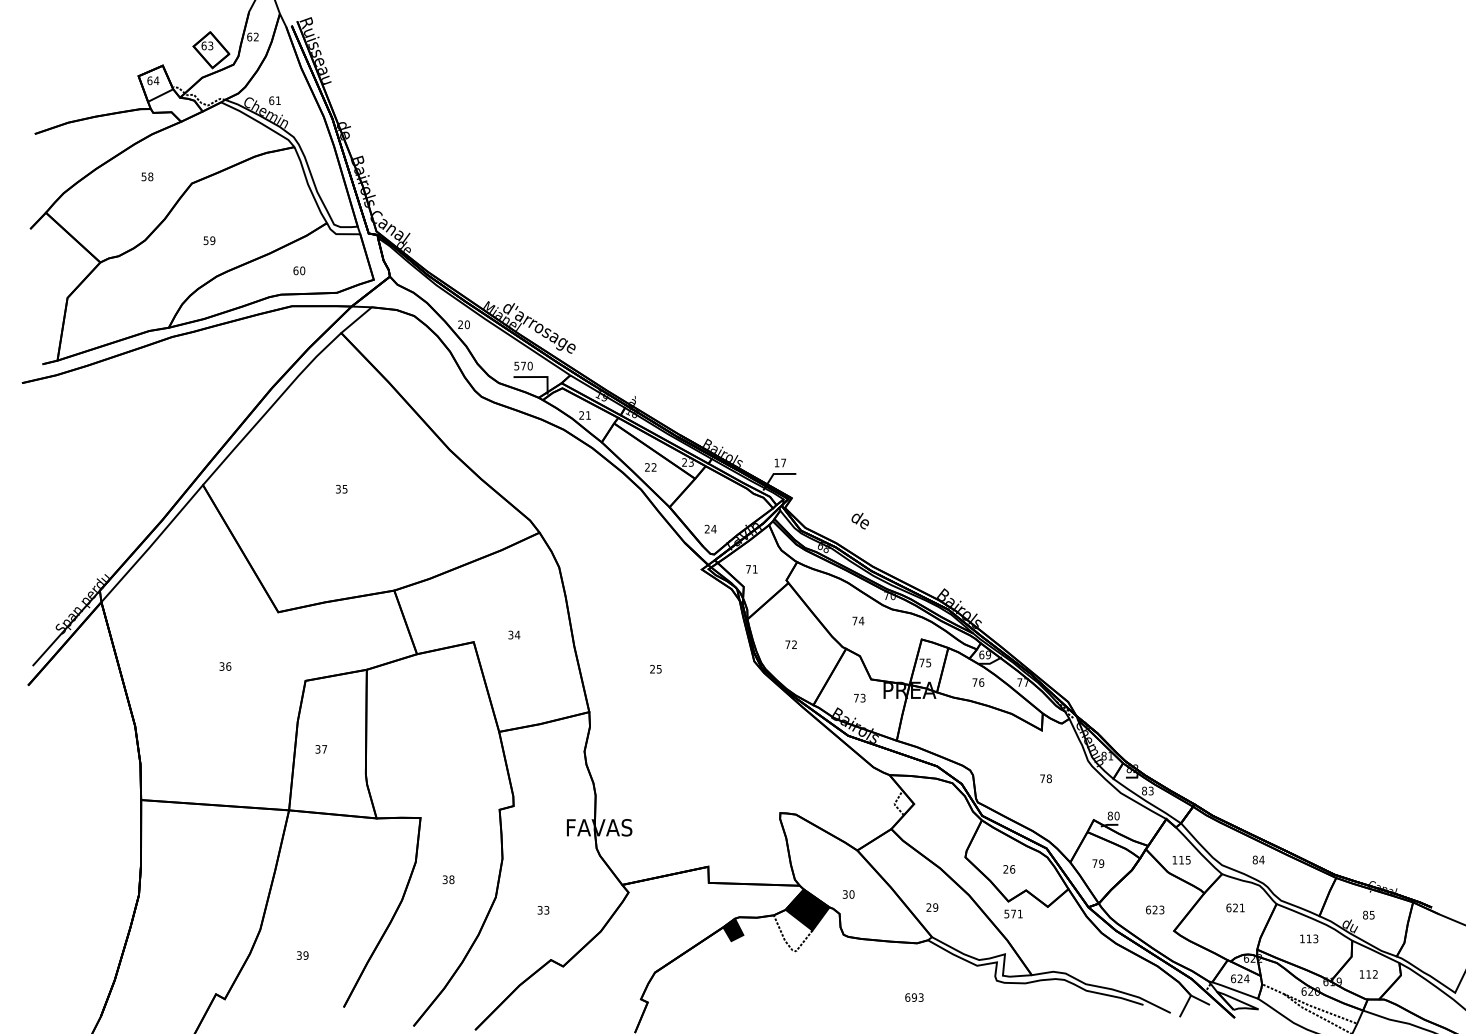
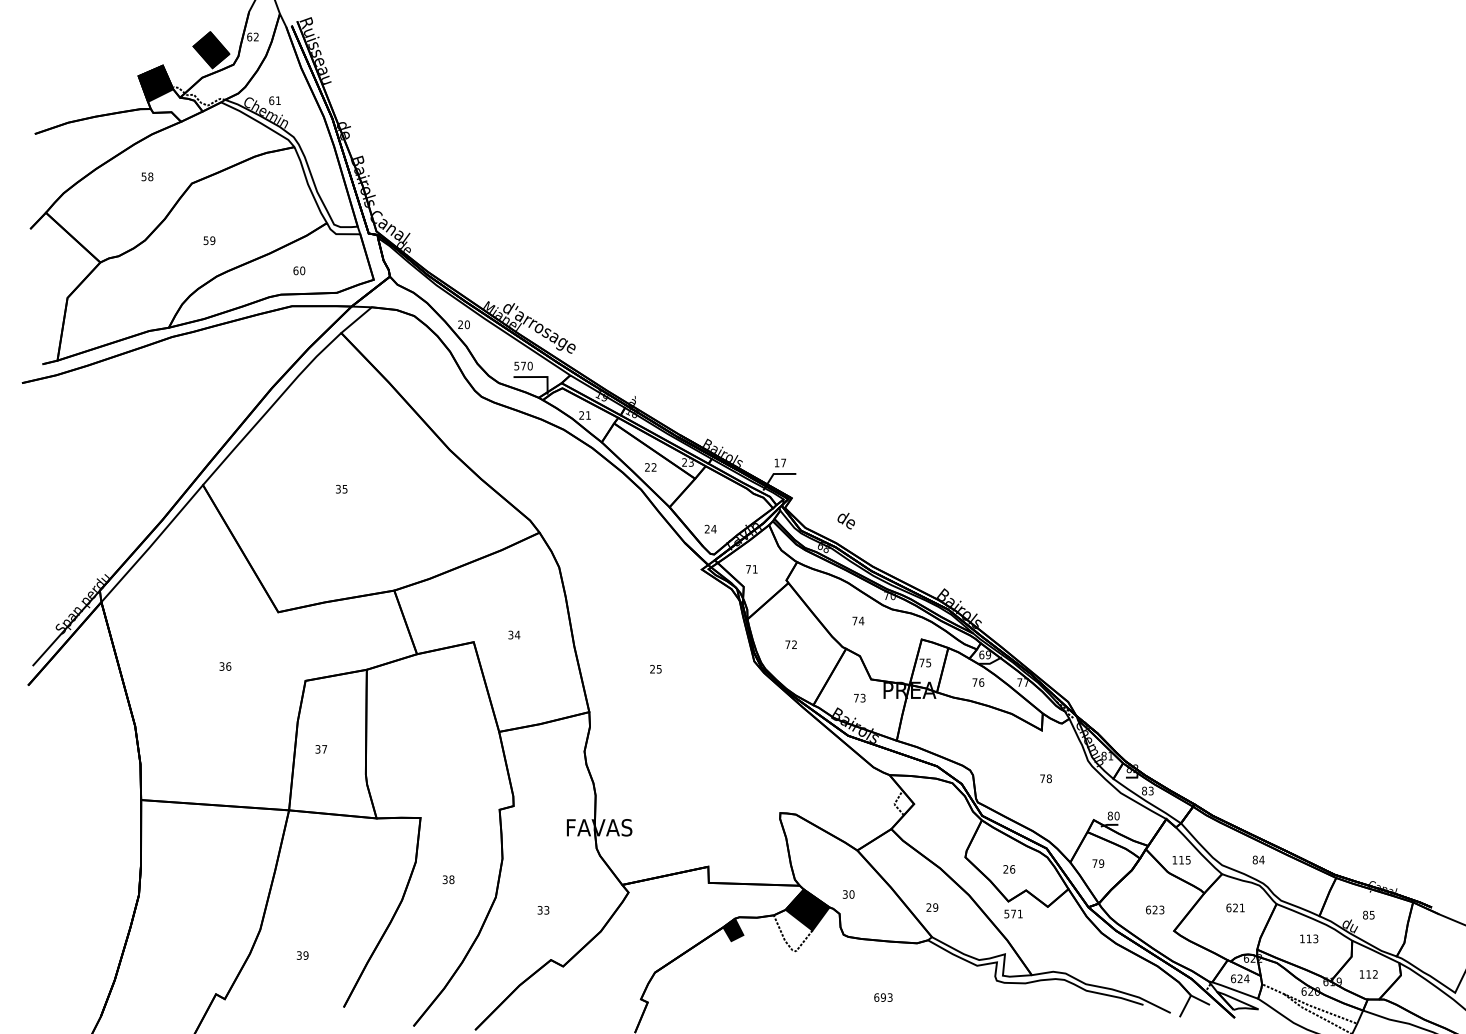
fill at (211, 50): none -> present
fill at (155, 83): none -> present
text at (859, 520) position: (859, 520) -> (845, 520)
text at (914, 997) position: (914, 997) -> (883, 997)
